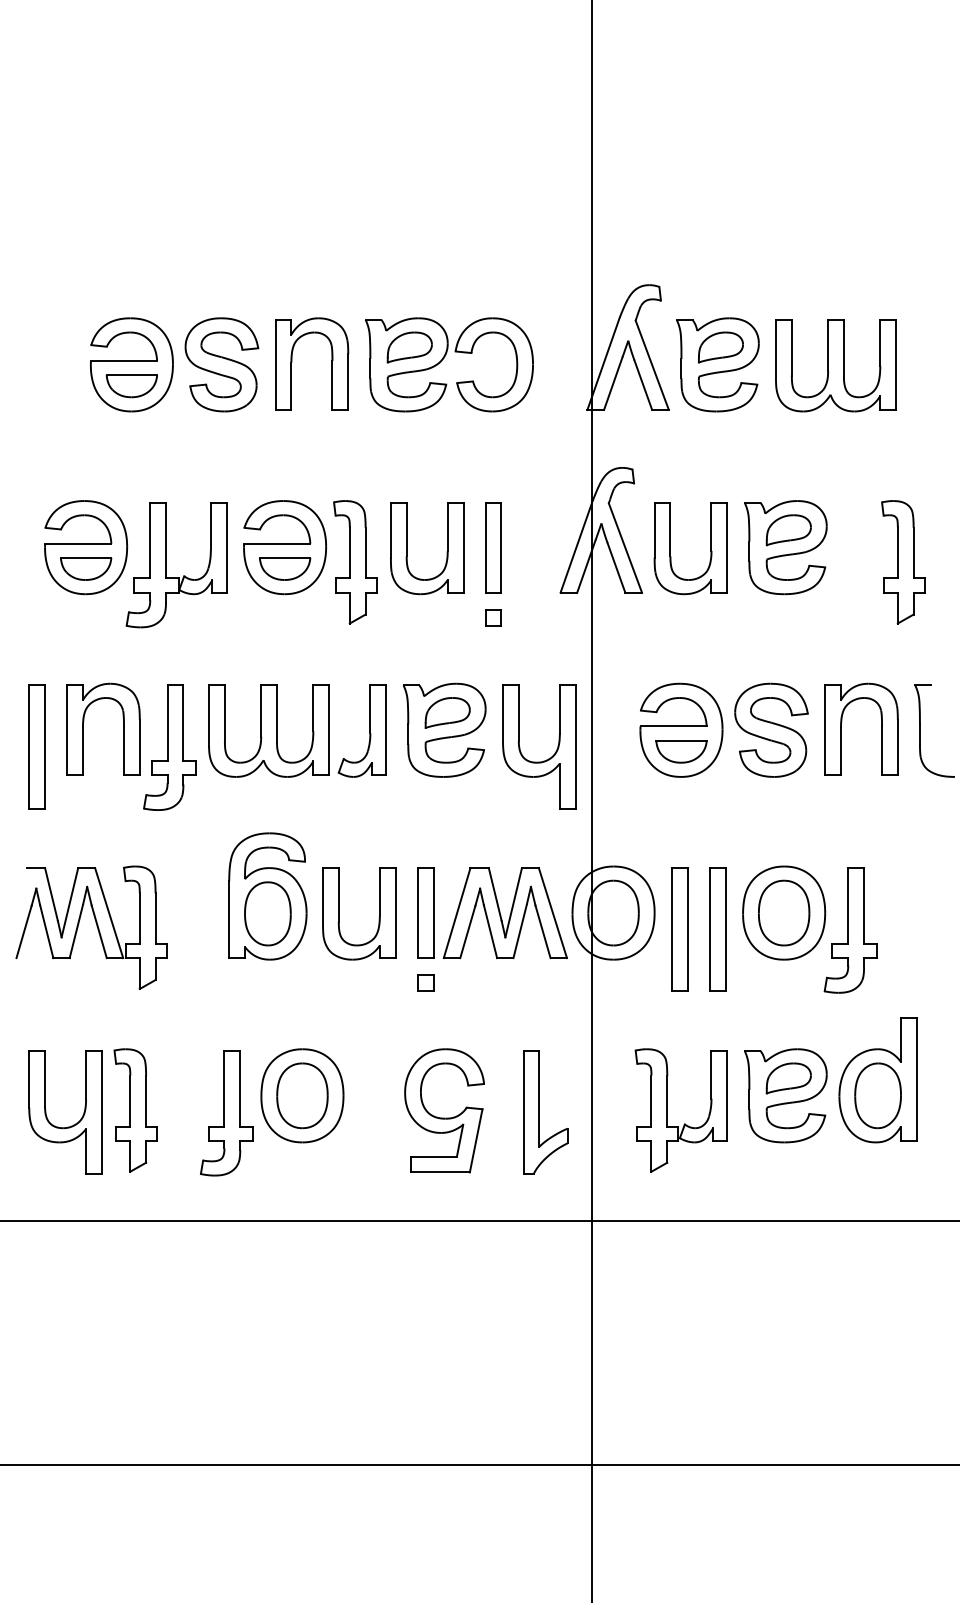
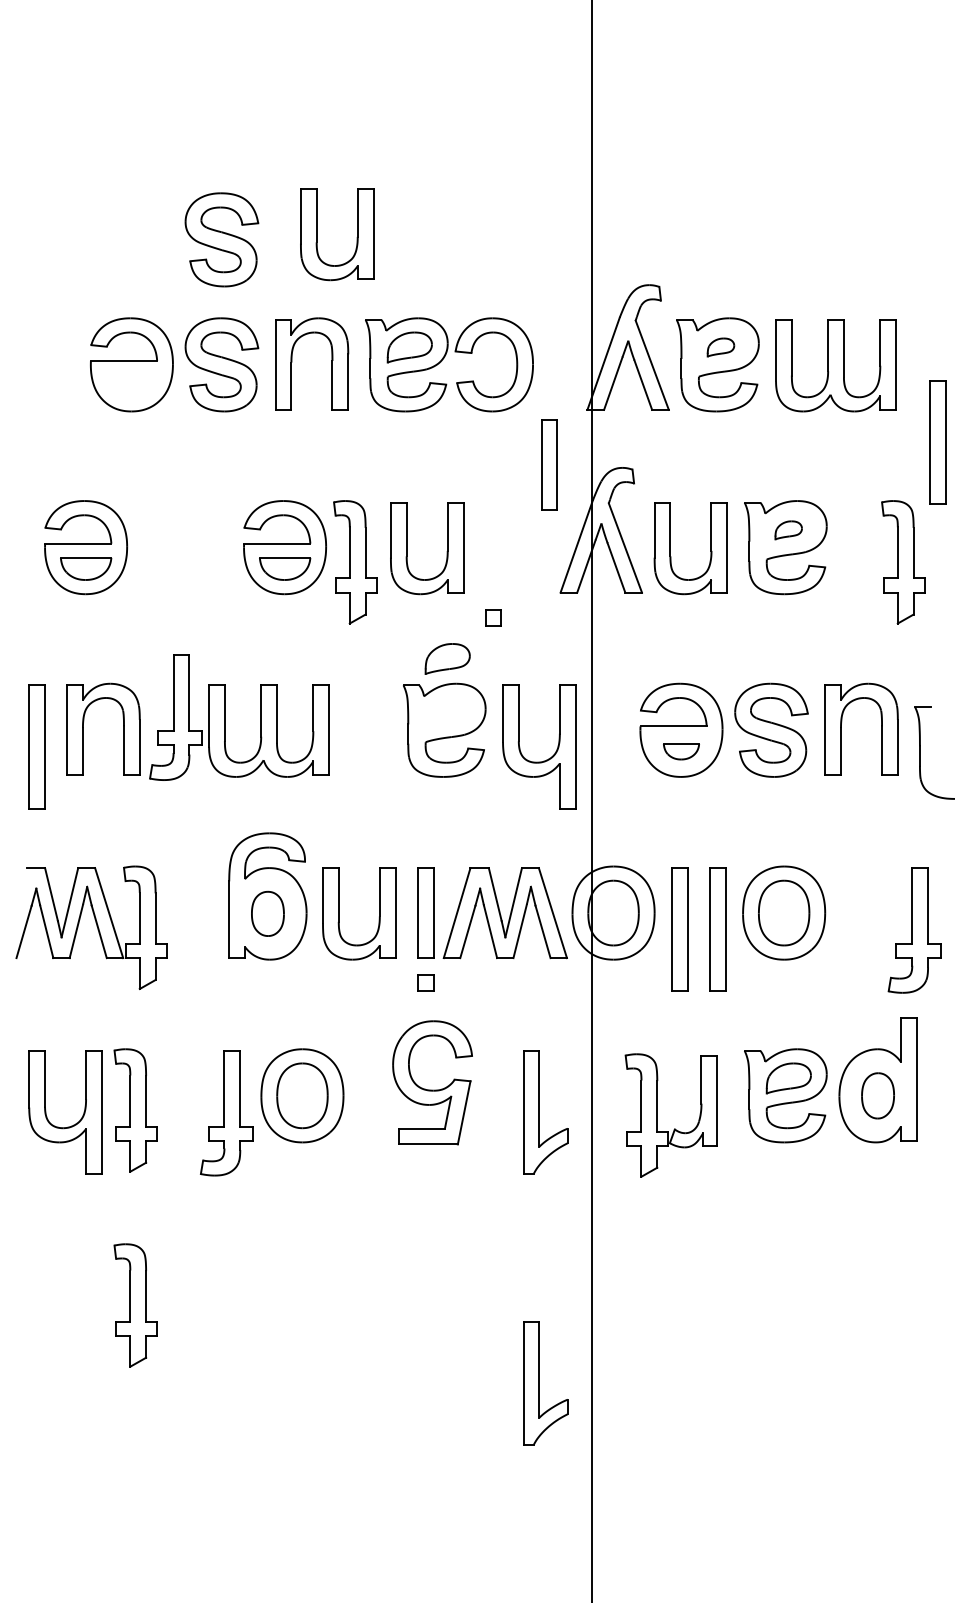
part at (356, 237): none -> present
part at (221, 239): none -> present
part at (720, 347) size: 46x33 px -> 30x21 px
part at (131, 386): present -> none
part at (937, 442): none -> present
part at (788, 530) size: 47x33 px -> 29x21 px
part at (493, 547) position: (493, 547) -> (549, 464)
part at (166, 565): present -> none
part at (447, 712) position: (447, 712) -> (447, 658)
part at (369, 730): present -> none
part at (920, 730) position: (920, 730) -> (920, 752)
part at (169, 747) position: (169, 747) -> (175, 717)
part at (681, 751) size: 53x24 px -> 37x18 px
part at (267, 913) size: 48x66 px -> 34x47 px
part at (850, 930) position: (850, 930) -> (914, 930)
part at (877, 1095) size: 48x68 px -> 34x48 px
part at (667, 1110) position: (667, 1110) -> (657, 1115)
part at (444, 1117) position: (444, 1117) -> (432, 1089)
line at (479, 1221): present -> none
part at (135, 1305): none -> present
part at (545, 1383): none -> present
line at (479, 1465): present -> none
